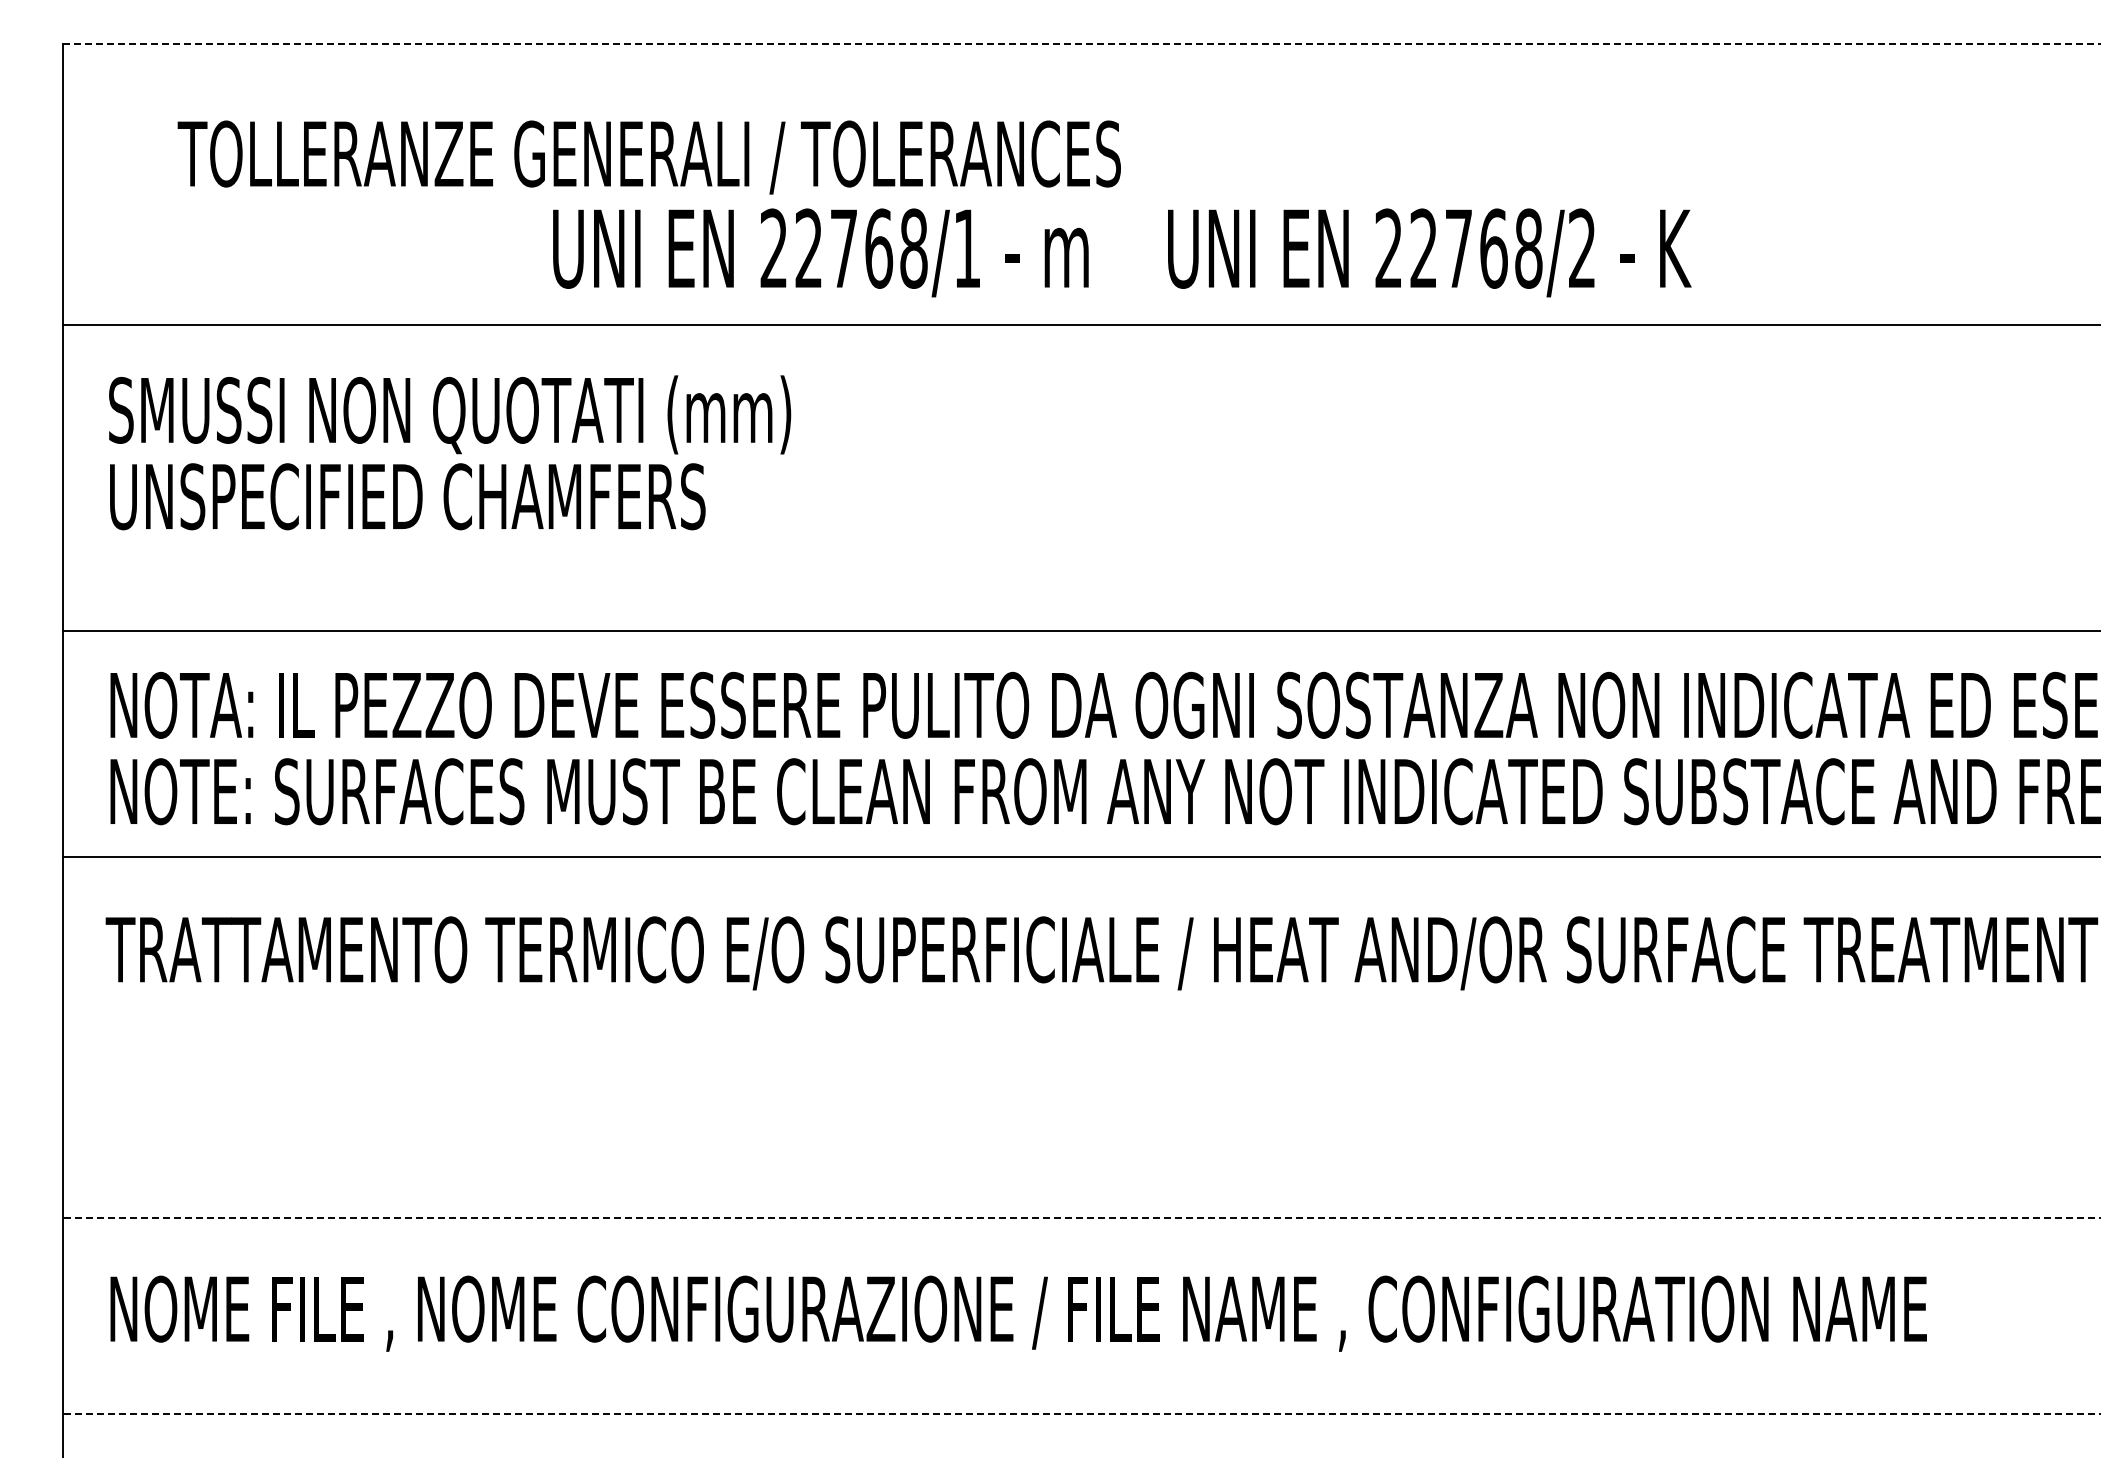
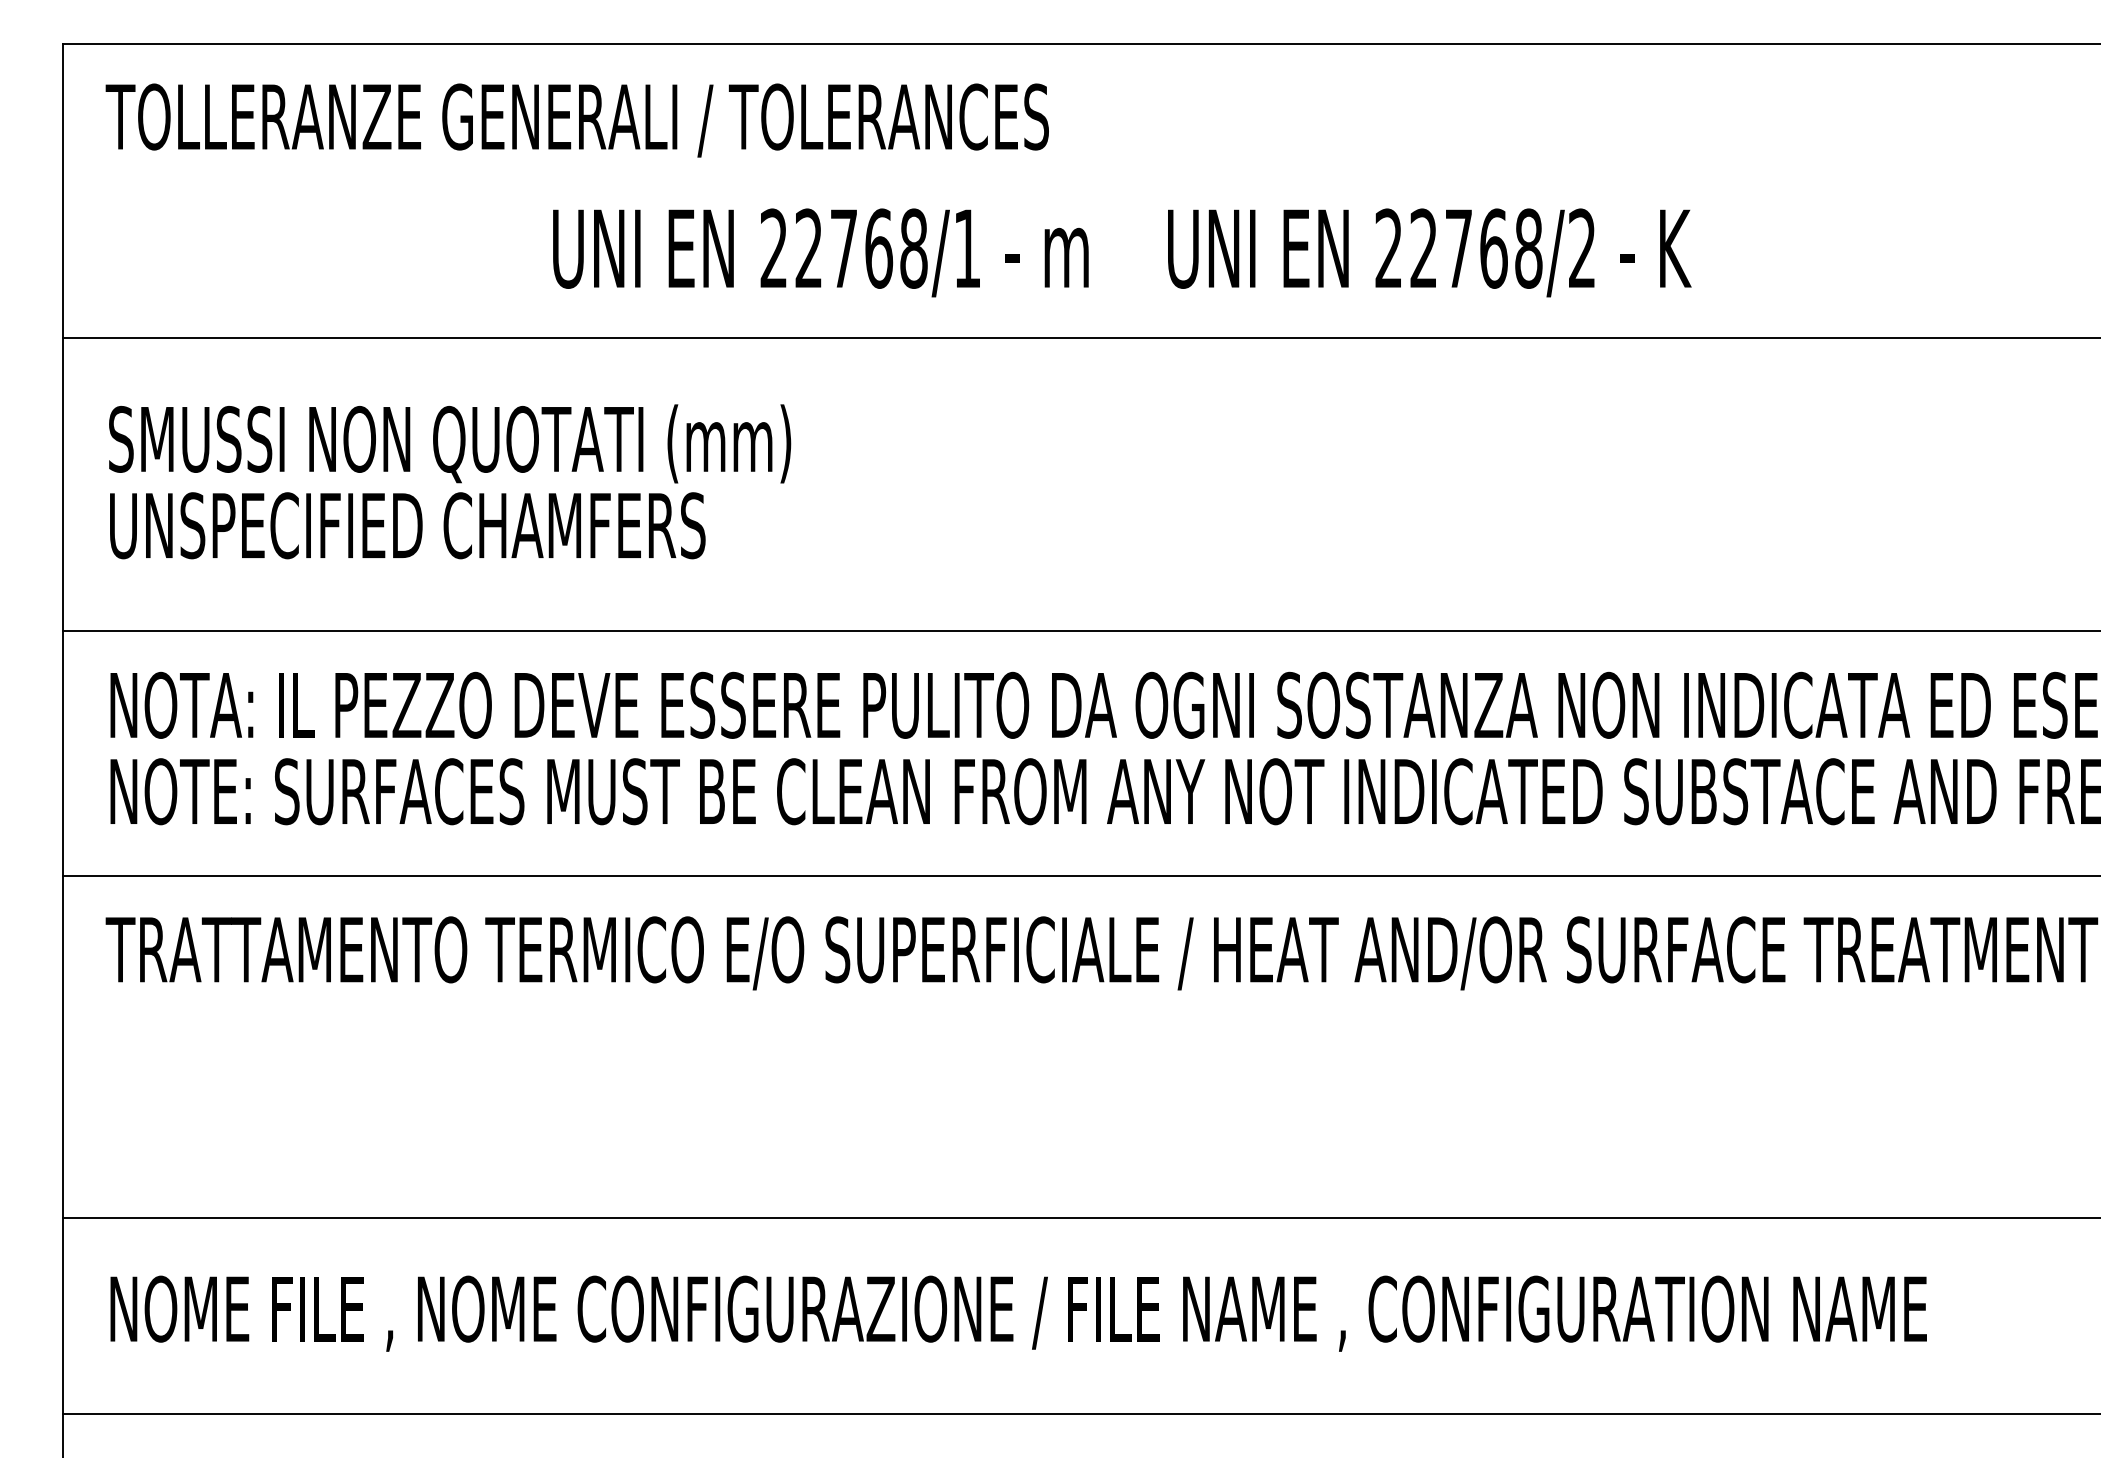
line at (1081, 43): dashed -> solid
text at (648, 157) position: (648, 157) -> (576, 120)
line at (1080, 324) position: (1080, 324) -> (1080, 337)
text at (450, 452) position: (450, 452) -> (450, 481)
line at (1080, 856) position: (1080, 856) -> (1080, 875)
line at (1081, 1218): dashed -> solid
line at (1081, 1414): dashed -> solid
